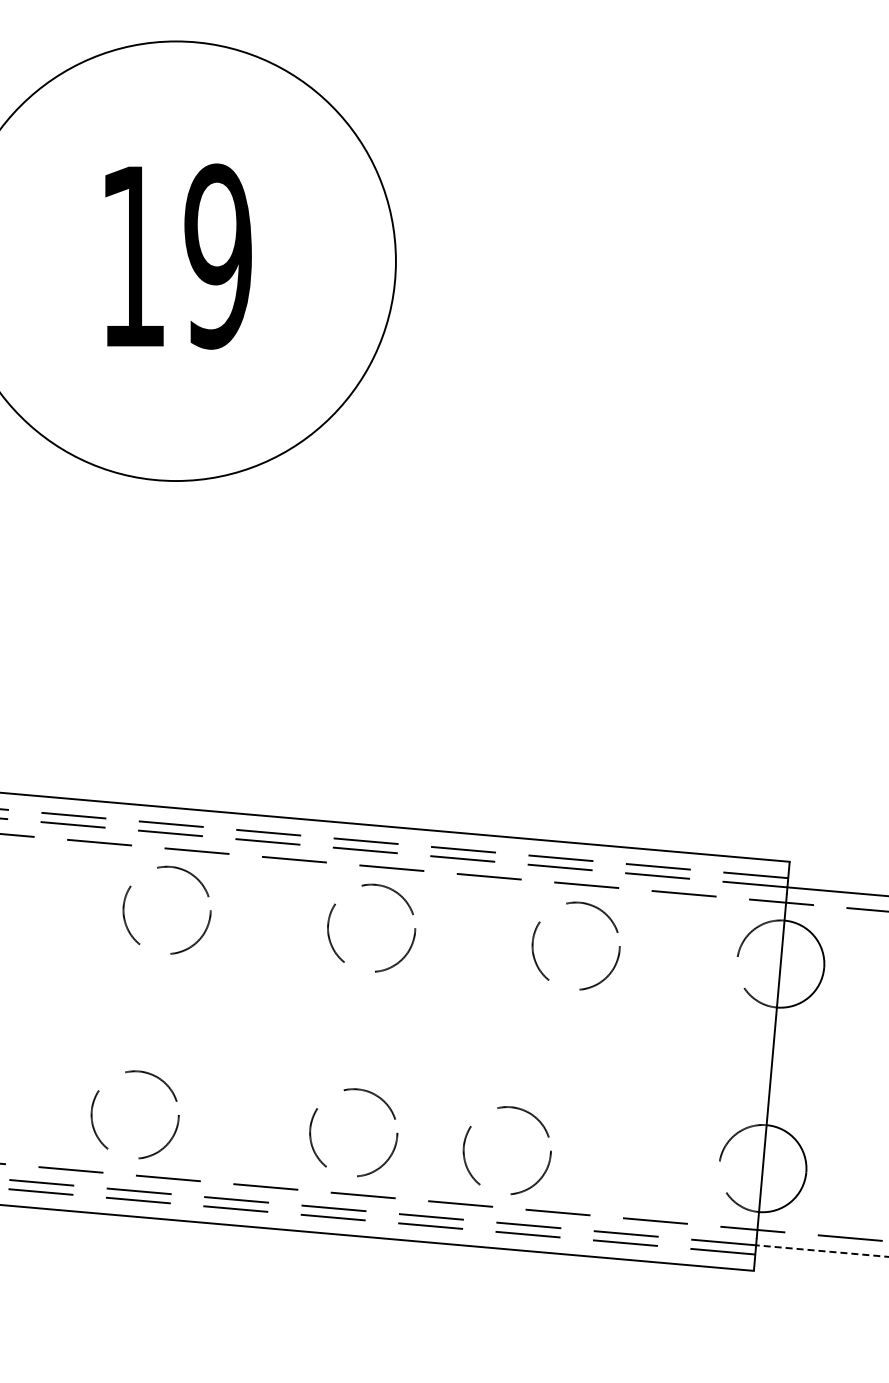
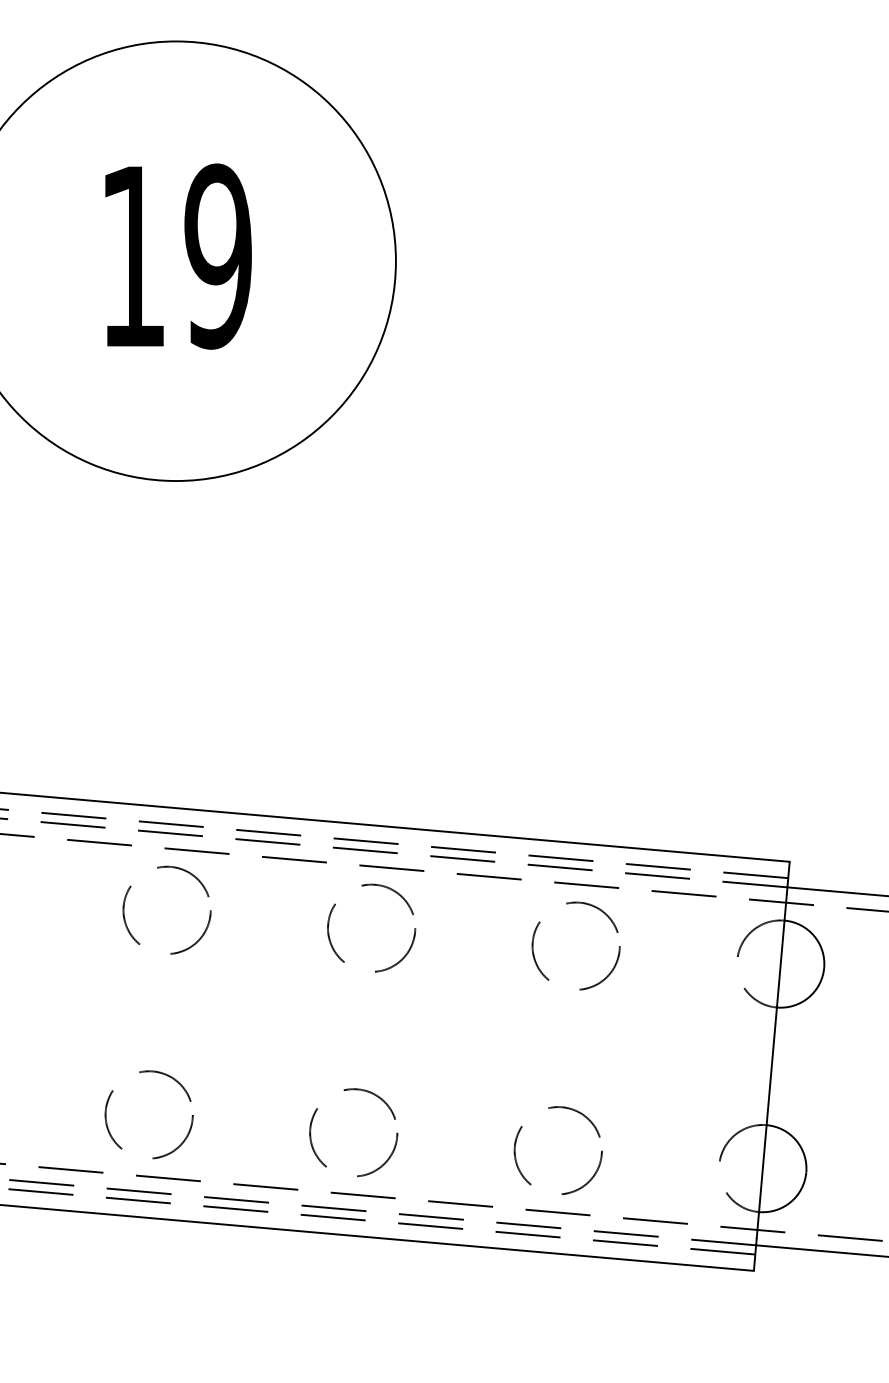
circle at (134, 1114) position: (134, 1114) -> (148, 1114)
circle at (506, 1150) position: (506, 1150) -> (557, 1150)
line at (821, 1251): dashed -> solid
